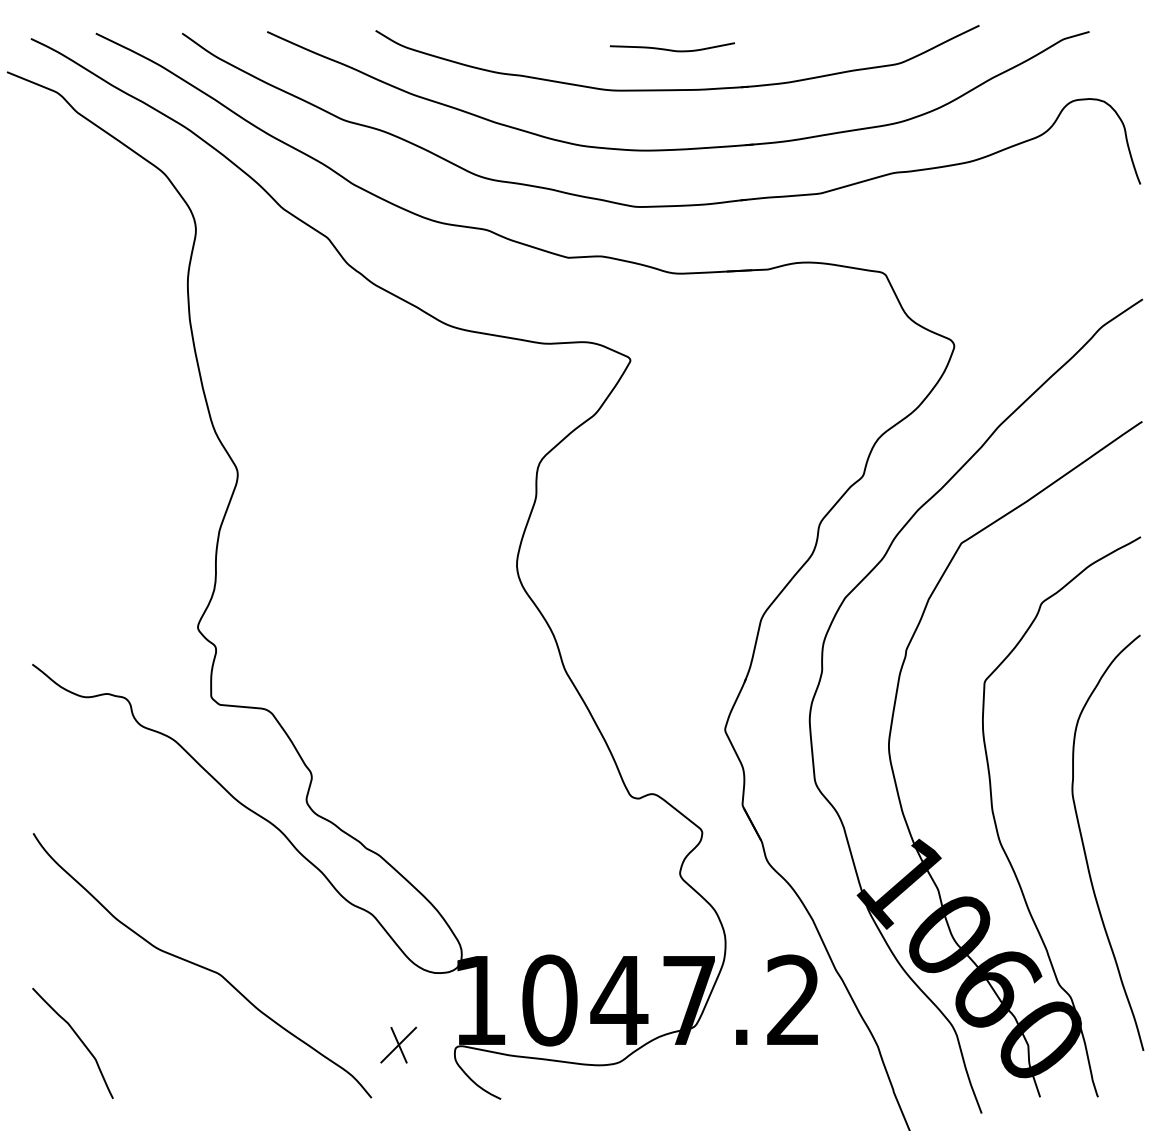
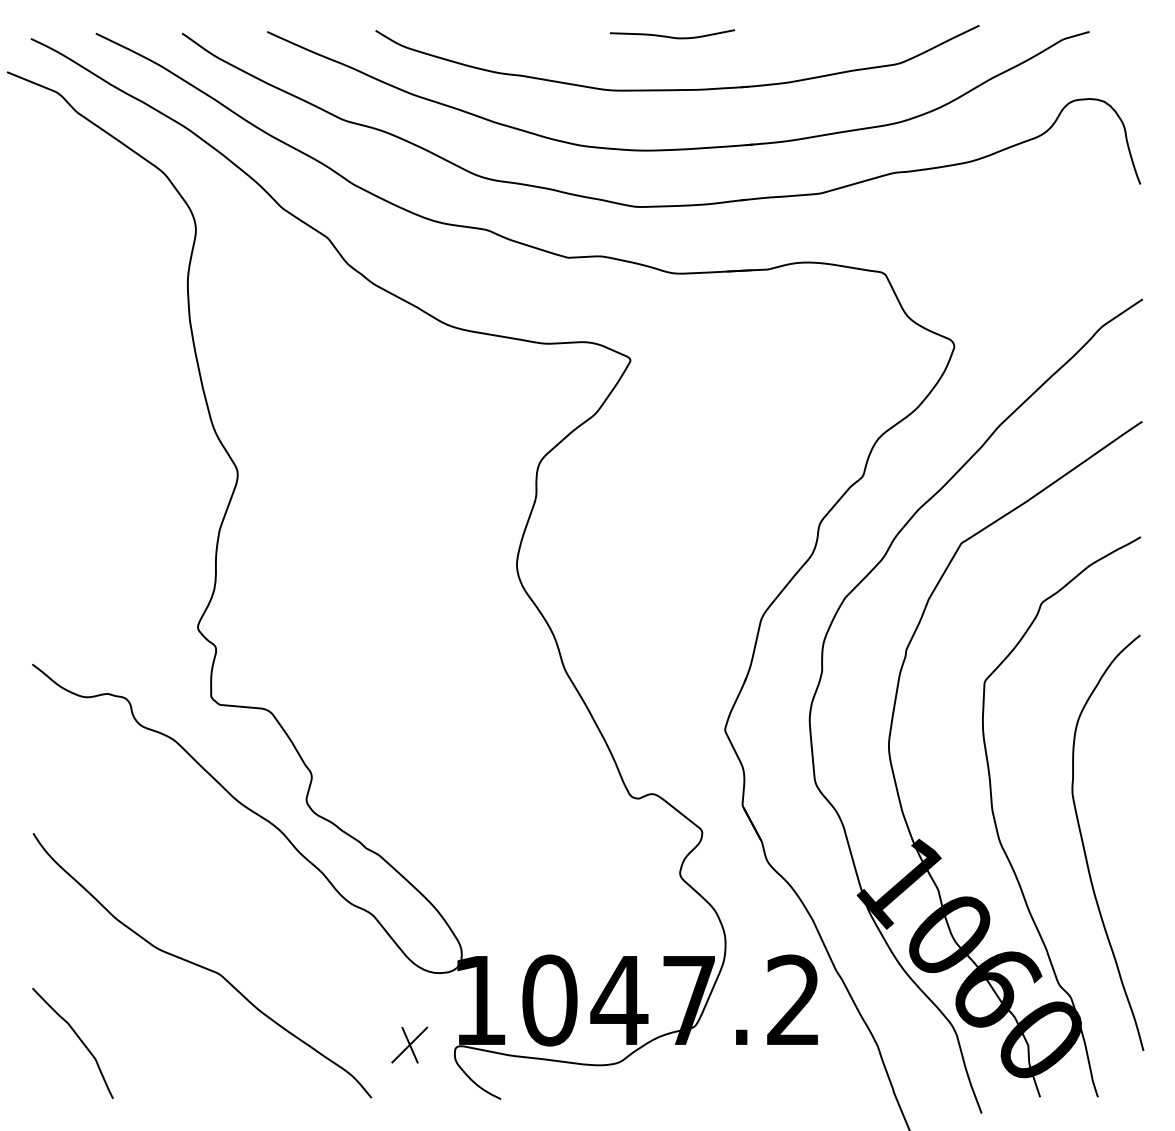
curve at (672, 49) position: (672, 49) -> (672, 36)
part at (398, 1044) position: (398, 1044) -> (409, 1044)
